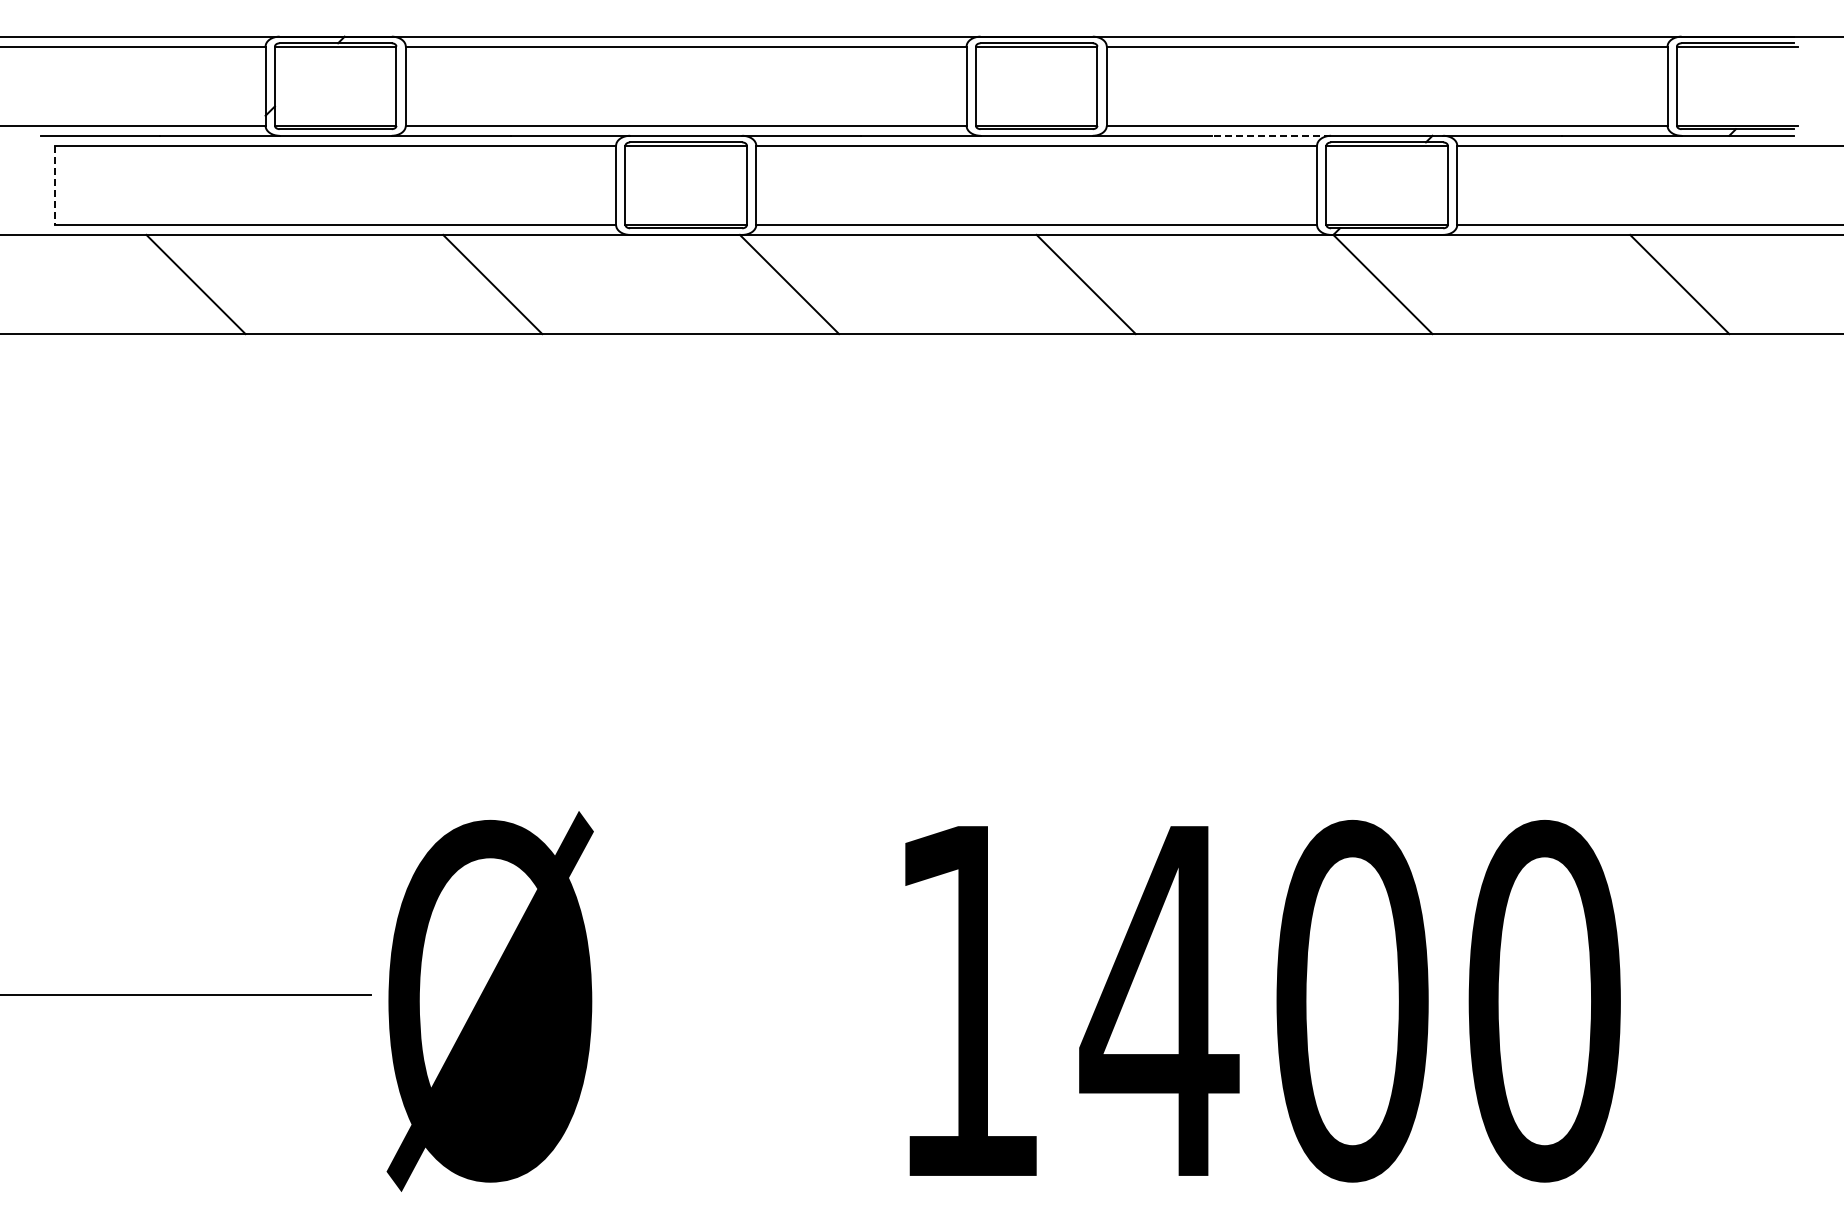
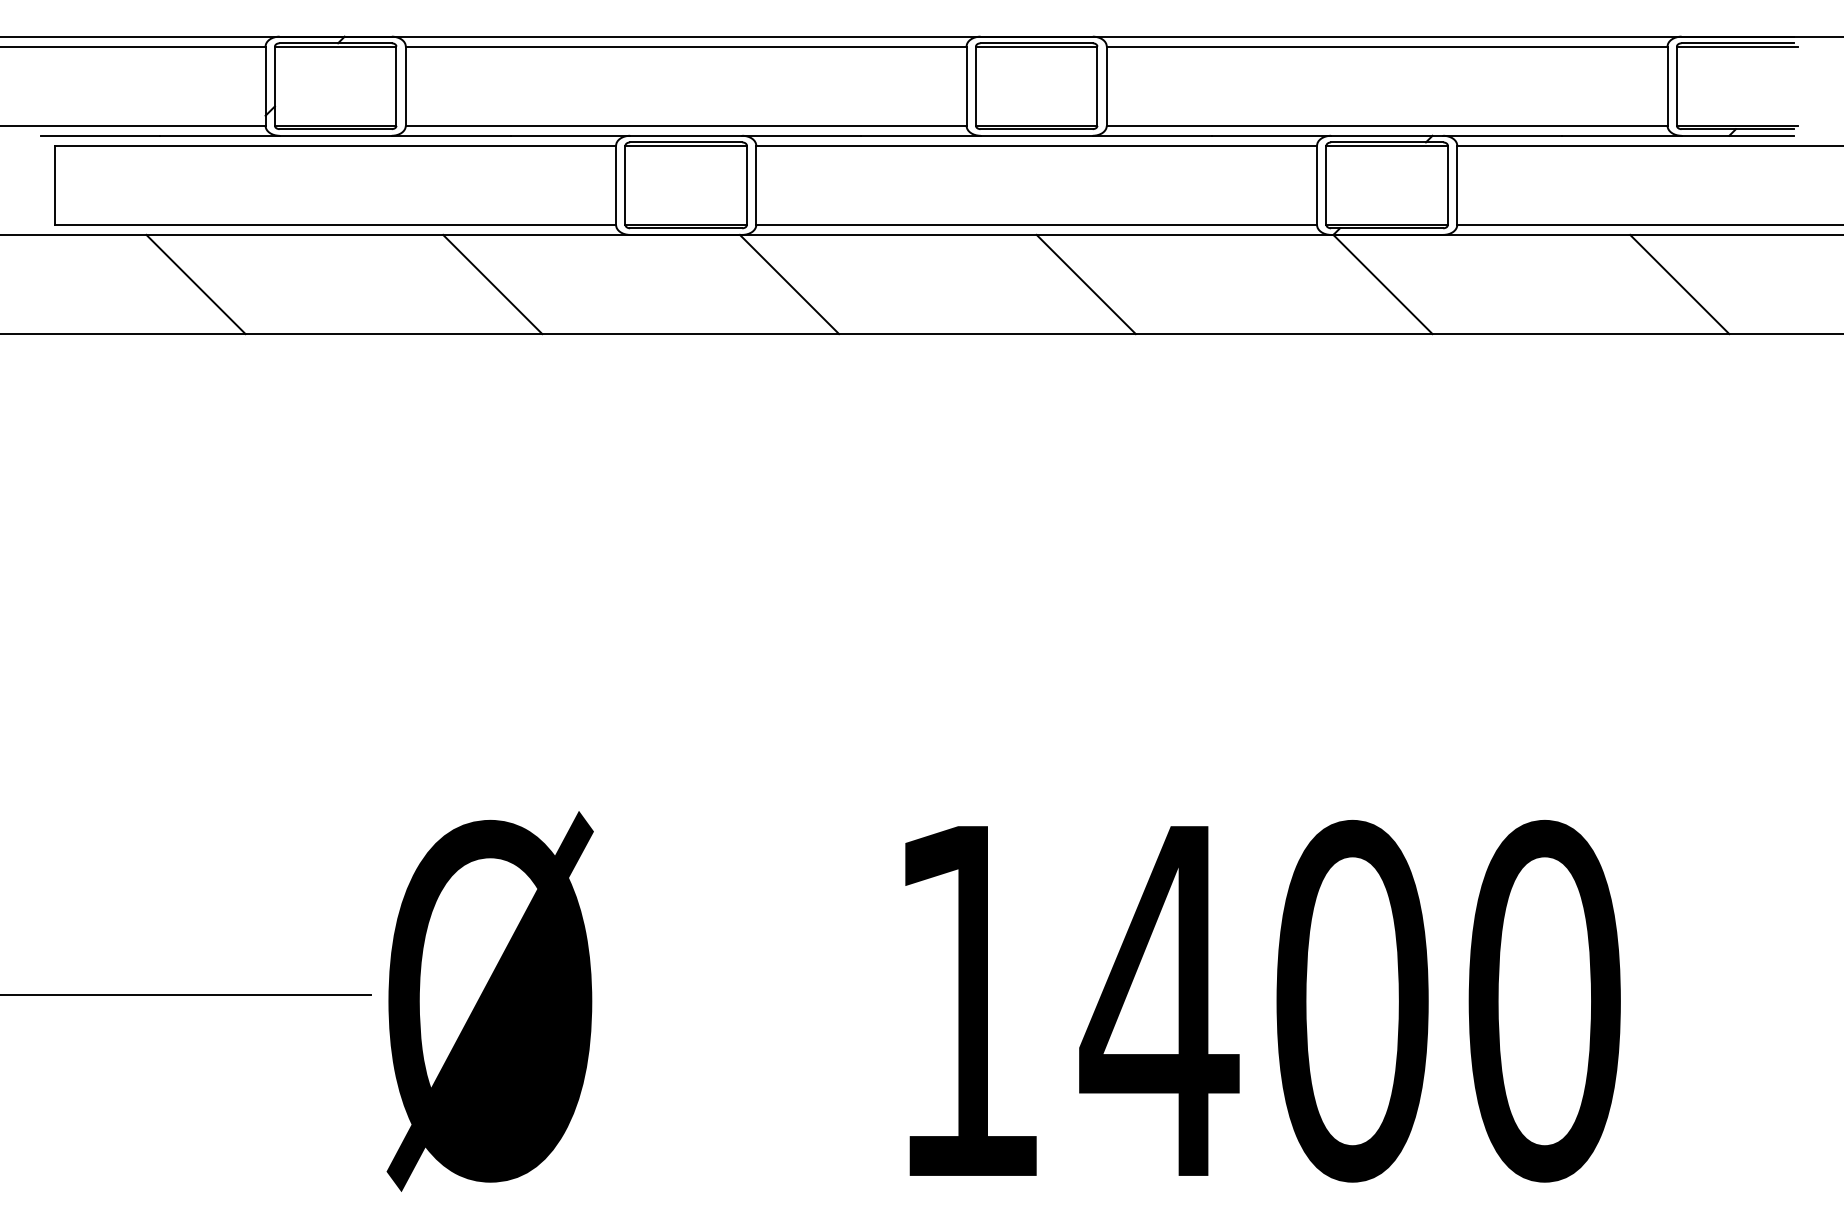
line at (1271, 135): dashed -> solid
line at (55, 185): dashed -> solid
